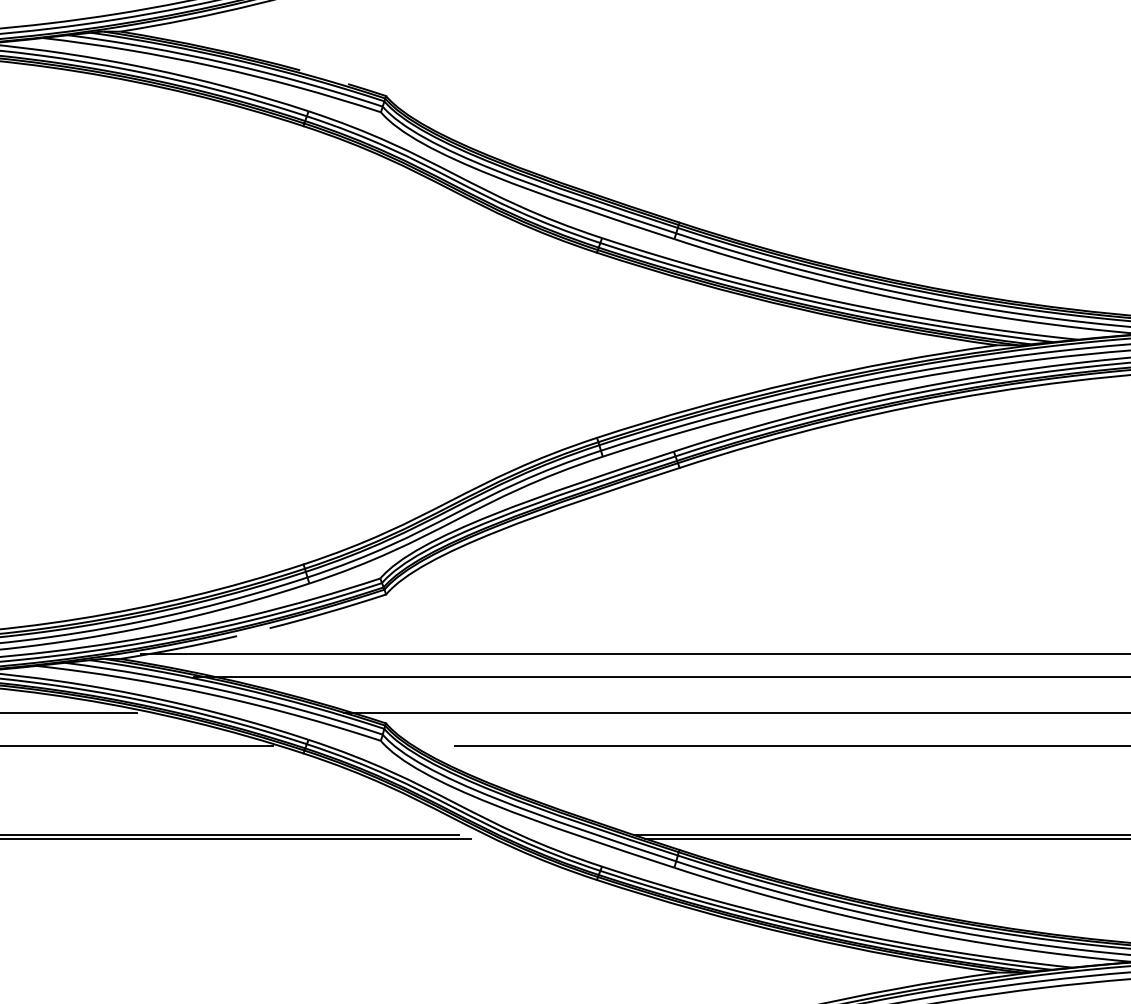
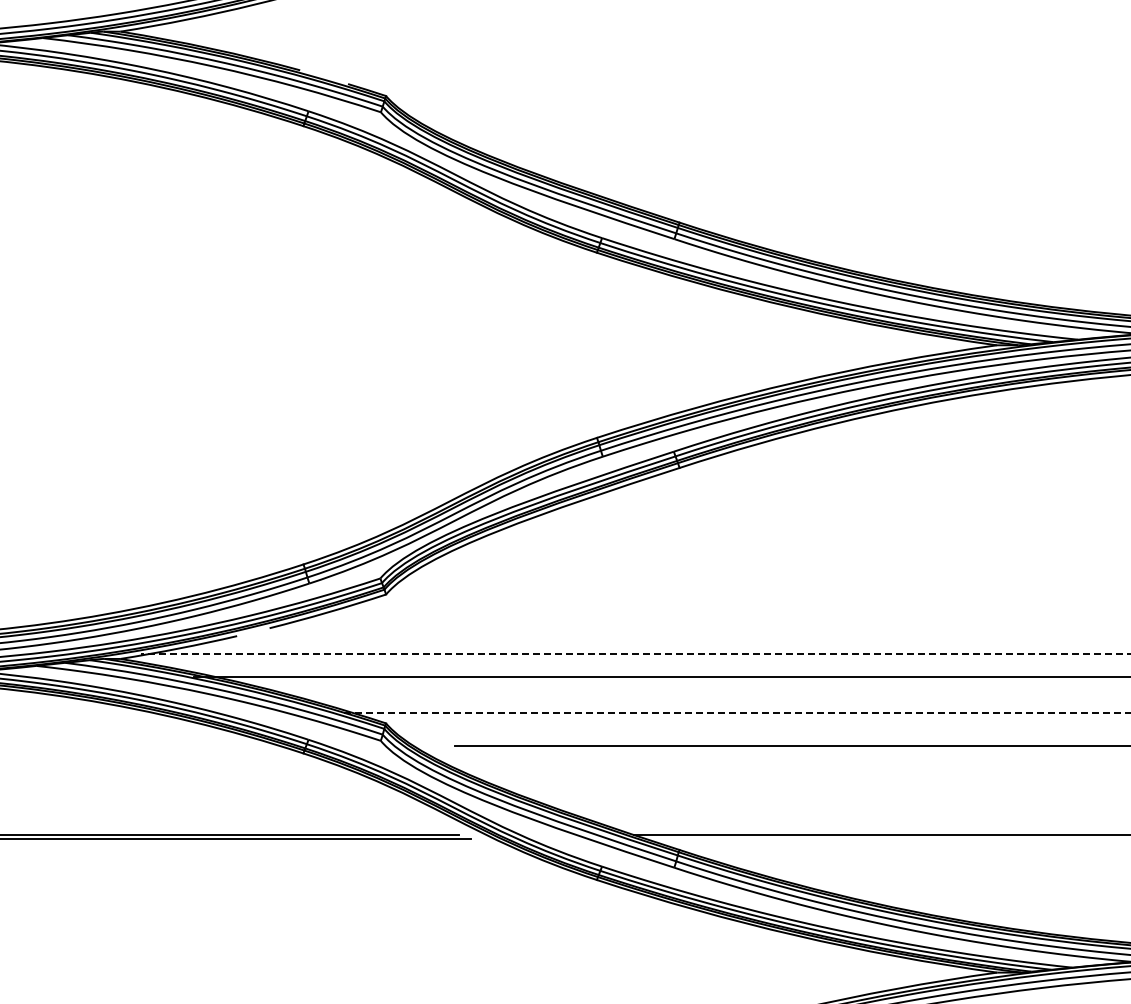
line at (635, 654): solid -> dashed
line at (69, 713): present -> none
line at (737, 713): solid -> dashed
line at (137, 746): present -> none
line at (886, 838): present -> none
